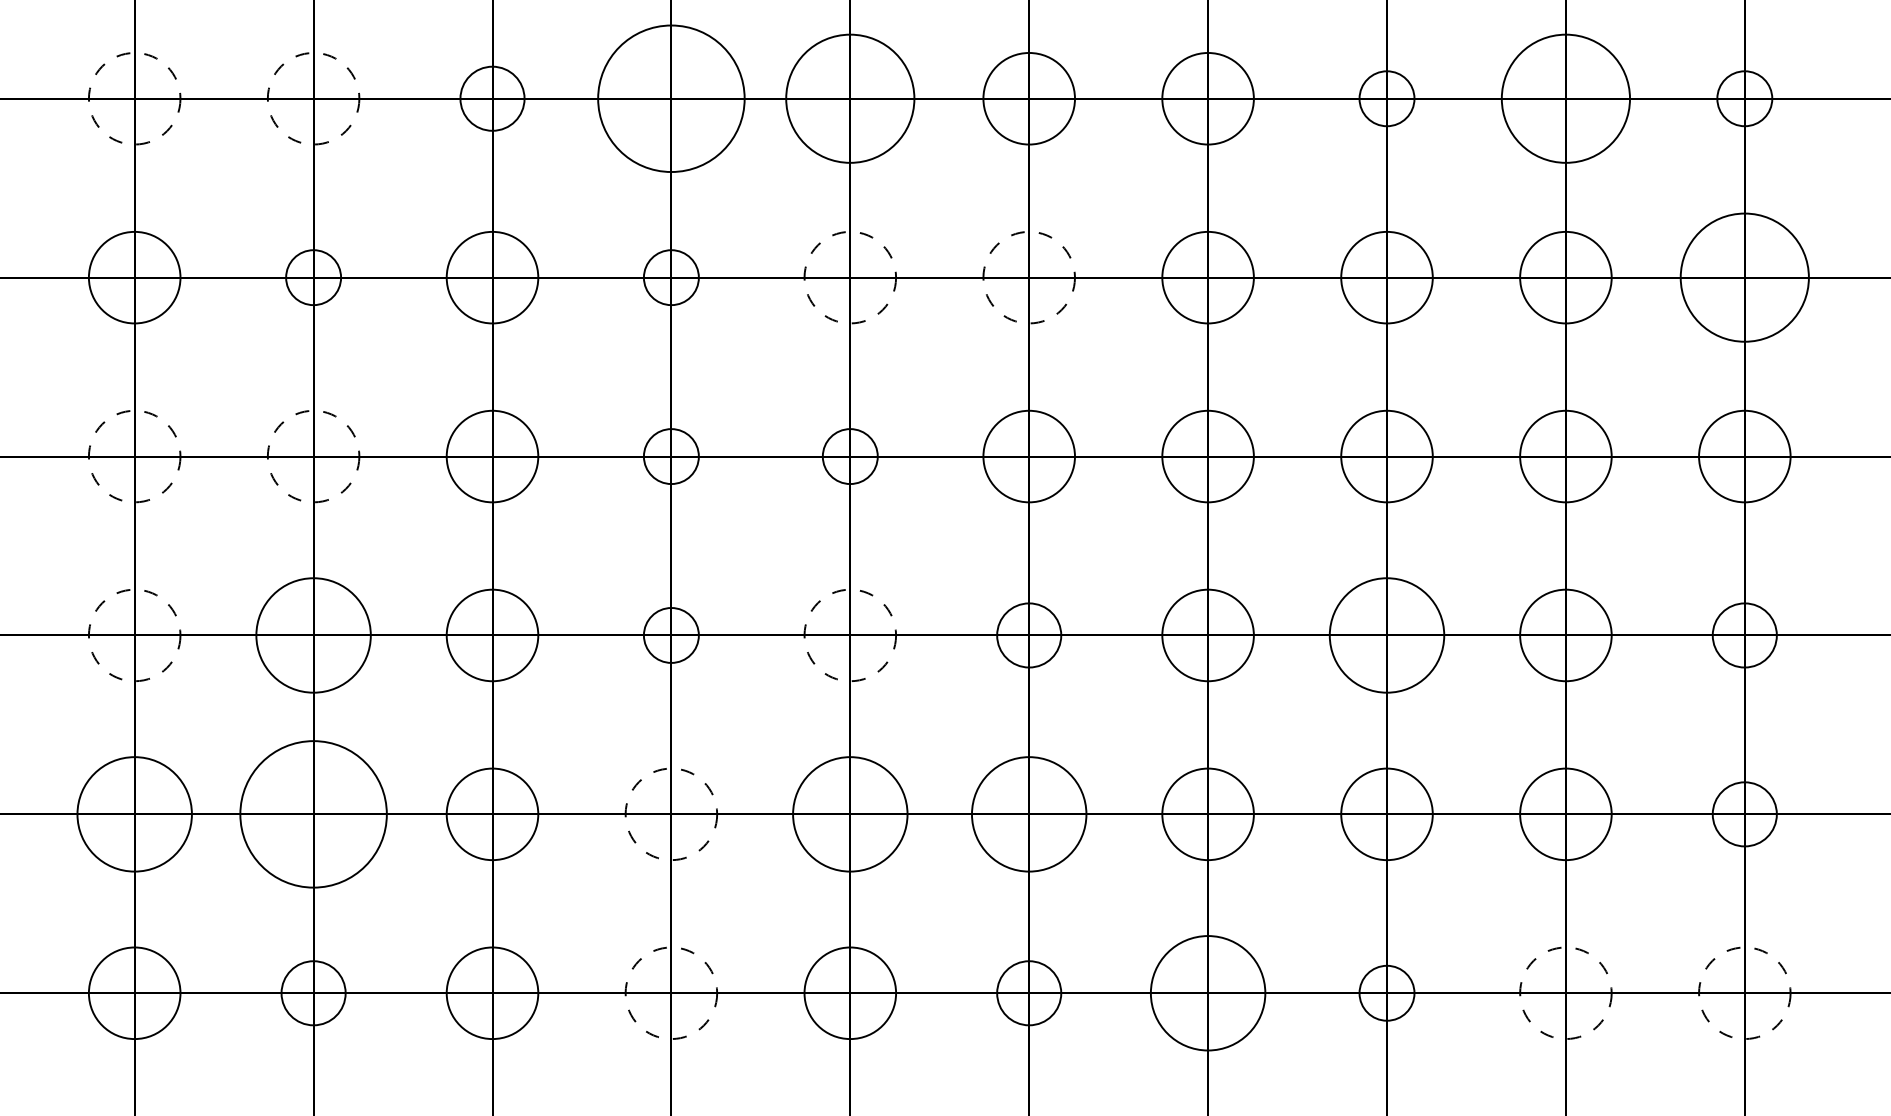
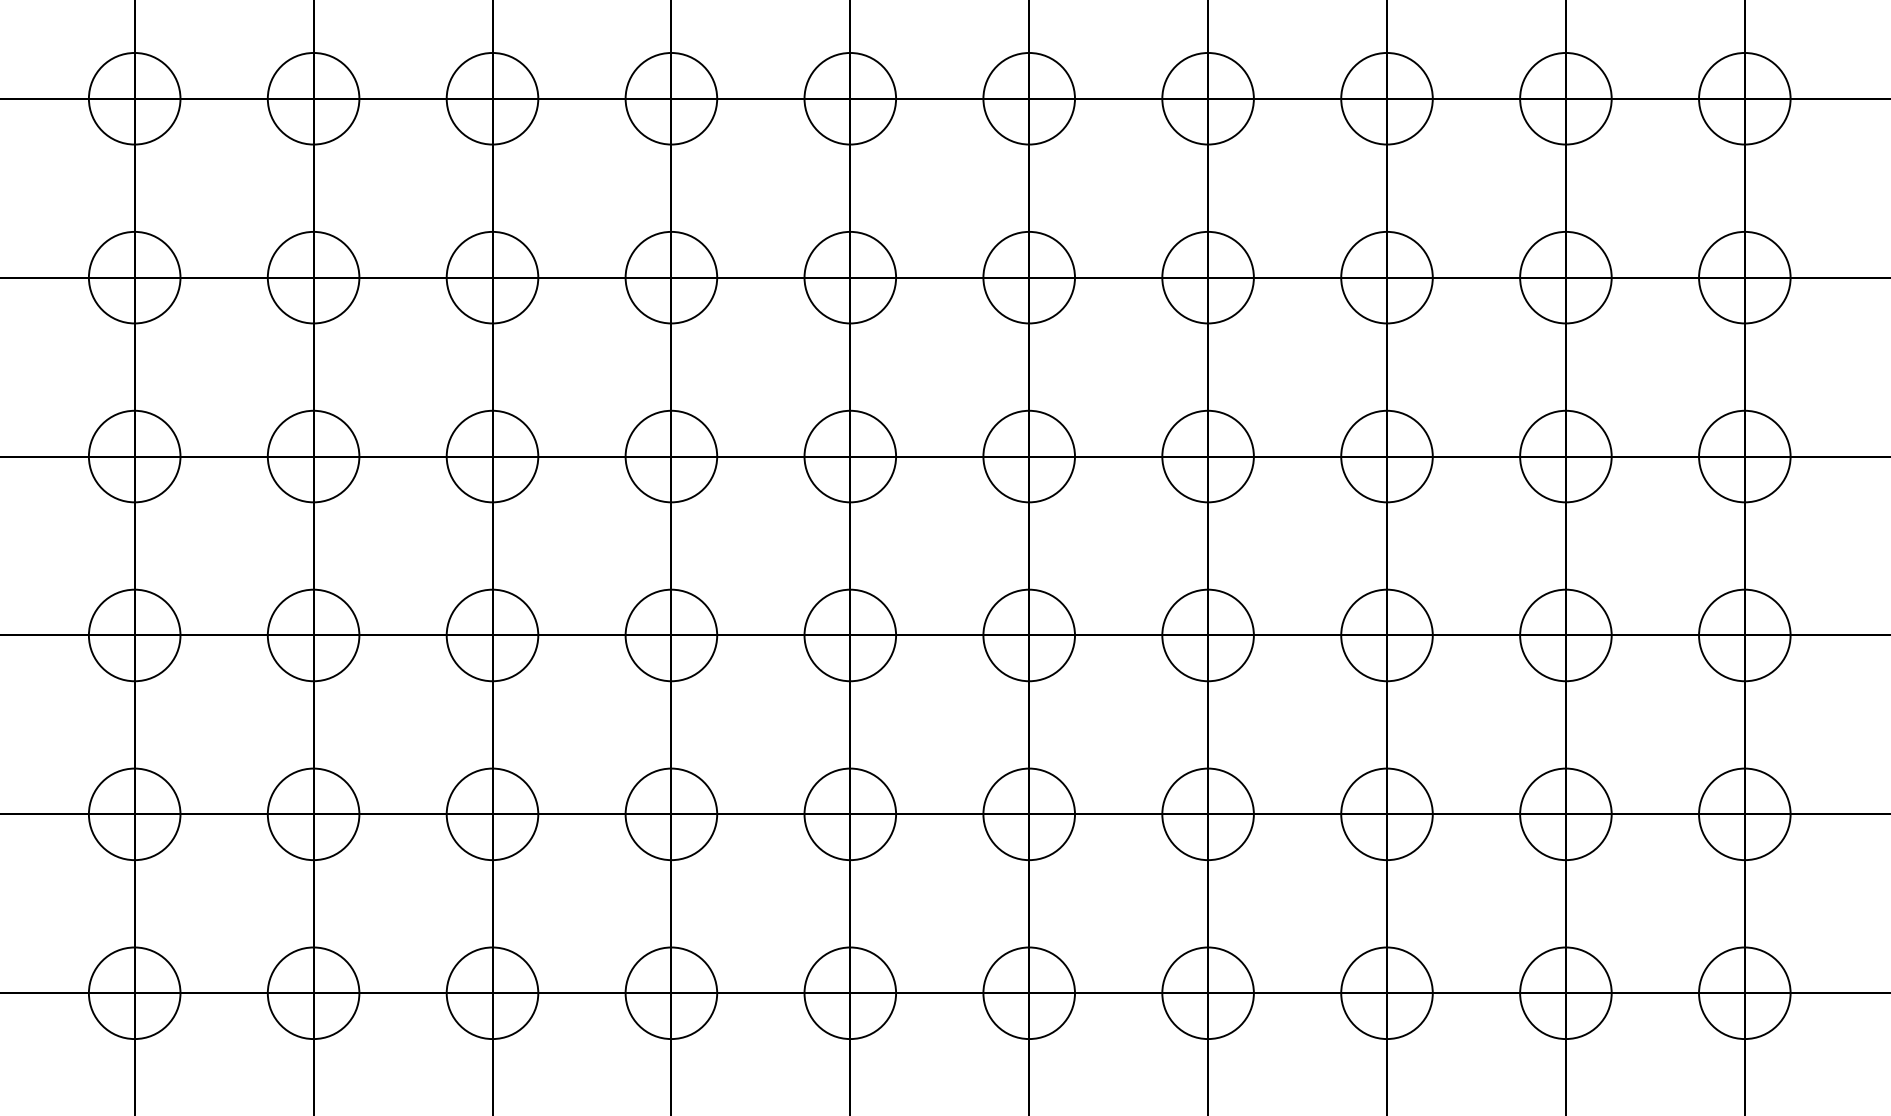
circle at (134, 98): dashed -> solid
circle at (313, 98): dashed -> solid
circle at (492, 98) diameter: 64 px -> 92 px
circle at (671, 98) diameter: 147 px -> 92 px
circle at (850, 98) diameter: 128 px -> 92 px
circle at (1386, 98) diameter: 55 px -> 92 px
circle at (1565, 98) diameter: 128 px -> 92 px
circle at (1744, 98) diameter: 55 px -> 92 px
circle at (313, 277) diameter: 55 px -> 92 px
circle at (670, 277) diameter: 55 px -> 92 px
circle at (850, 277): dashed -> solid
circle at (1028, 277): dashed -> solid
circle at (1744, 277) diameter: 128 px -> 92 px
circle at (134, 456): dashed -> solid
circle at (313, 456): dashed -> solid
circle at (670, 456) diameter: 55 px -> 92 px
circle at (849, 456) diameter: 55 px -> 92 px
circle at (134, 635): dashed -> solid
circle at (313, 635) diameter: 114 px -> 92 px
circle at (670, 635) diameter: 55 px -> 92 px
circle at (850, 635): dashed -> solid
circle at (1029, 635) diameter: 64 px -> 92 px
circle at (1386, 635) diameter: 114 px -> 92 px
circle at (1744, 635) diameter: 64 px -> 92 px
circle at (134, 814) diameter: 114 px -> 92 px
circle at (313, 814) diameter: 147 px -> 92 px
circle at (671, 814): dashed -> solid
circle at (850, 814) diameter: 114 px -> 92 px
circle at (1028, 814) diameter: 114 px -> 92 px
circle at (1744, 814) diameter: 64 px -> 92 px
circle at (1386, 992) diameter: 55 px -> 92 px
circle at (313, 993) diameter: 64 px -> 92 px
circle at (671, 993): dashed -> solid
circle at (1029, 993) diameter: 64 px -> 92 px
circle at (1207, 993) diameter: 114 px -> 92 px
circle at (1565, 993): dashed -> solid
circle at (1744, 993): dashed -> solid
